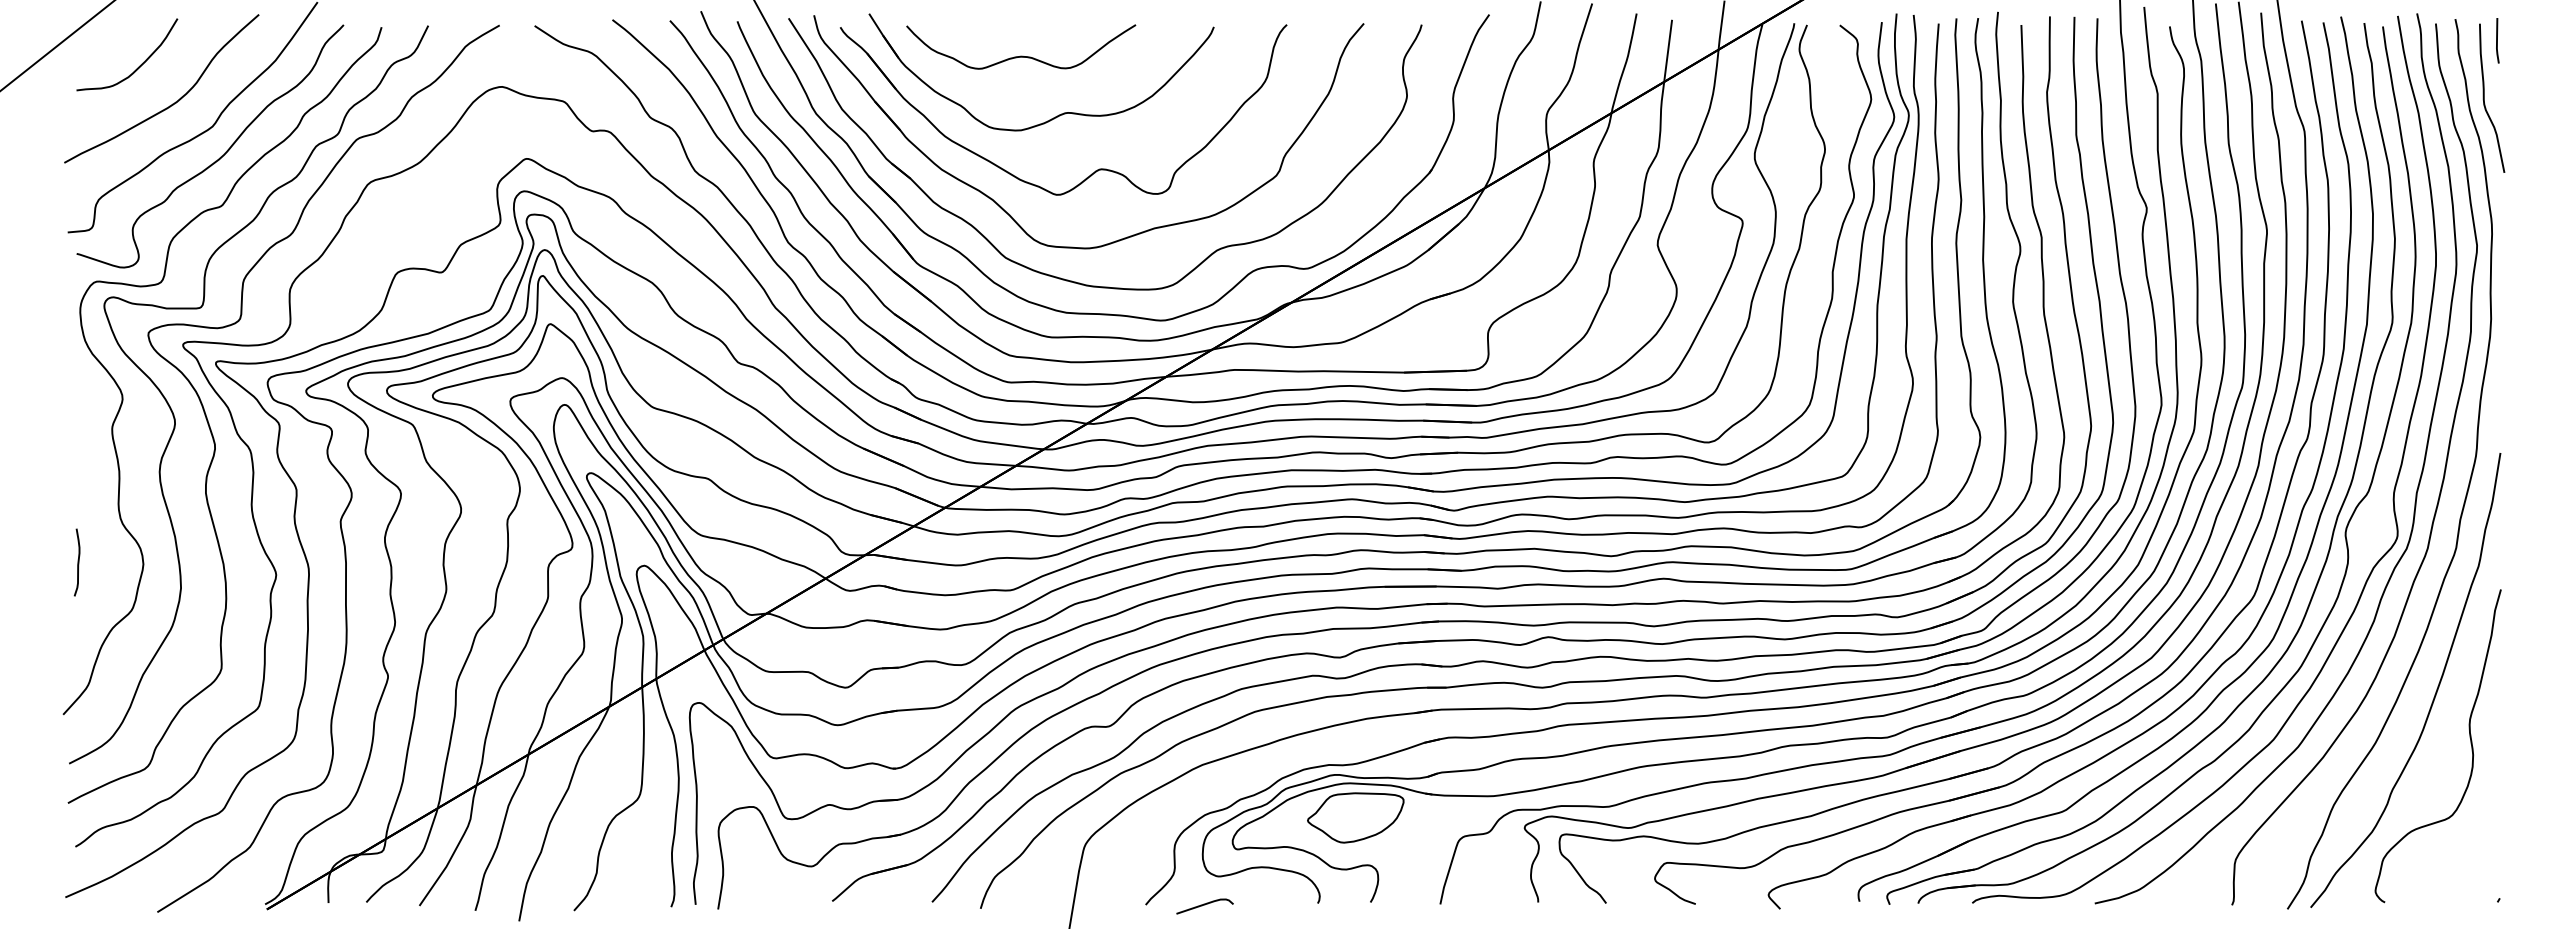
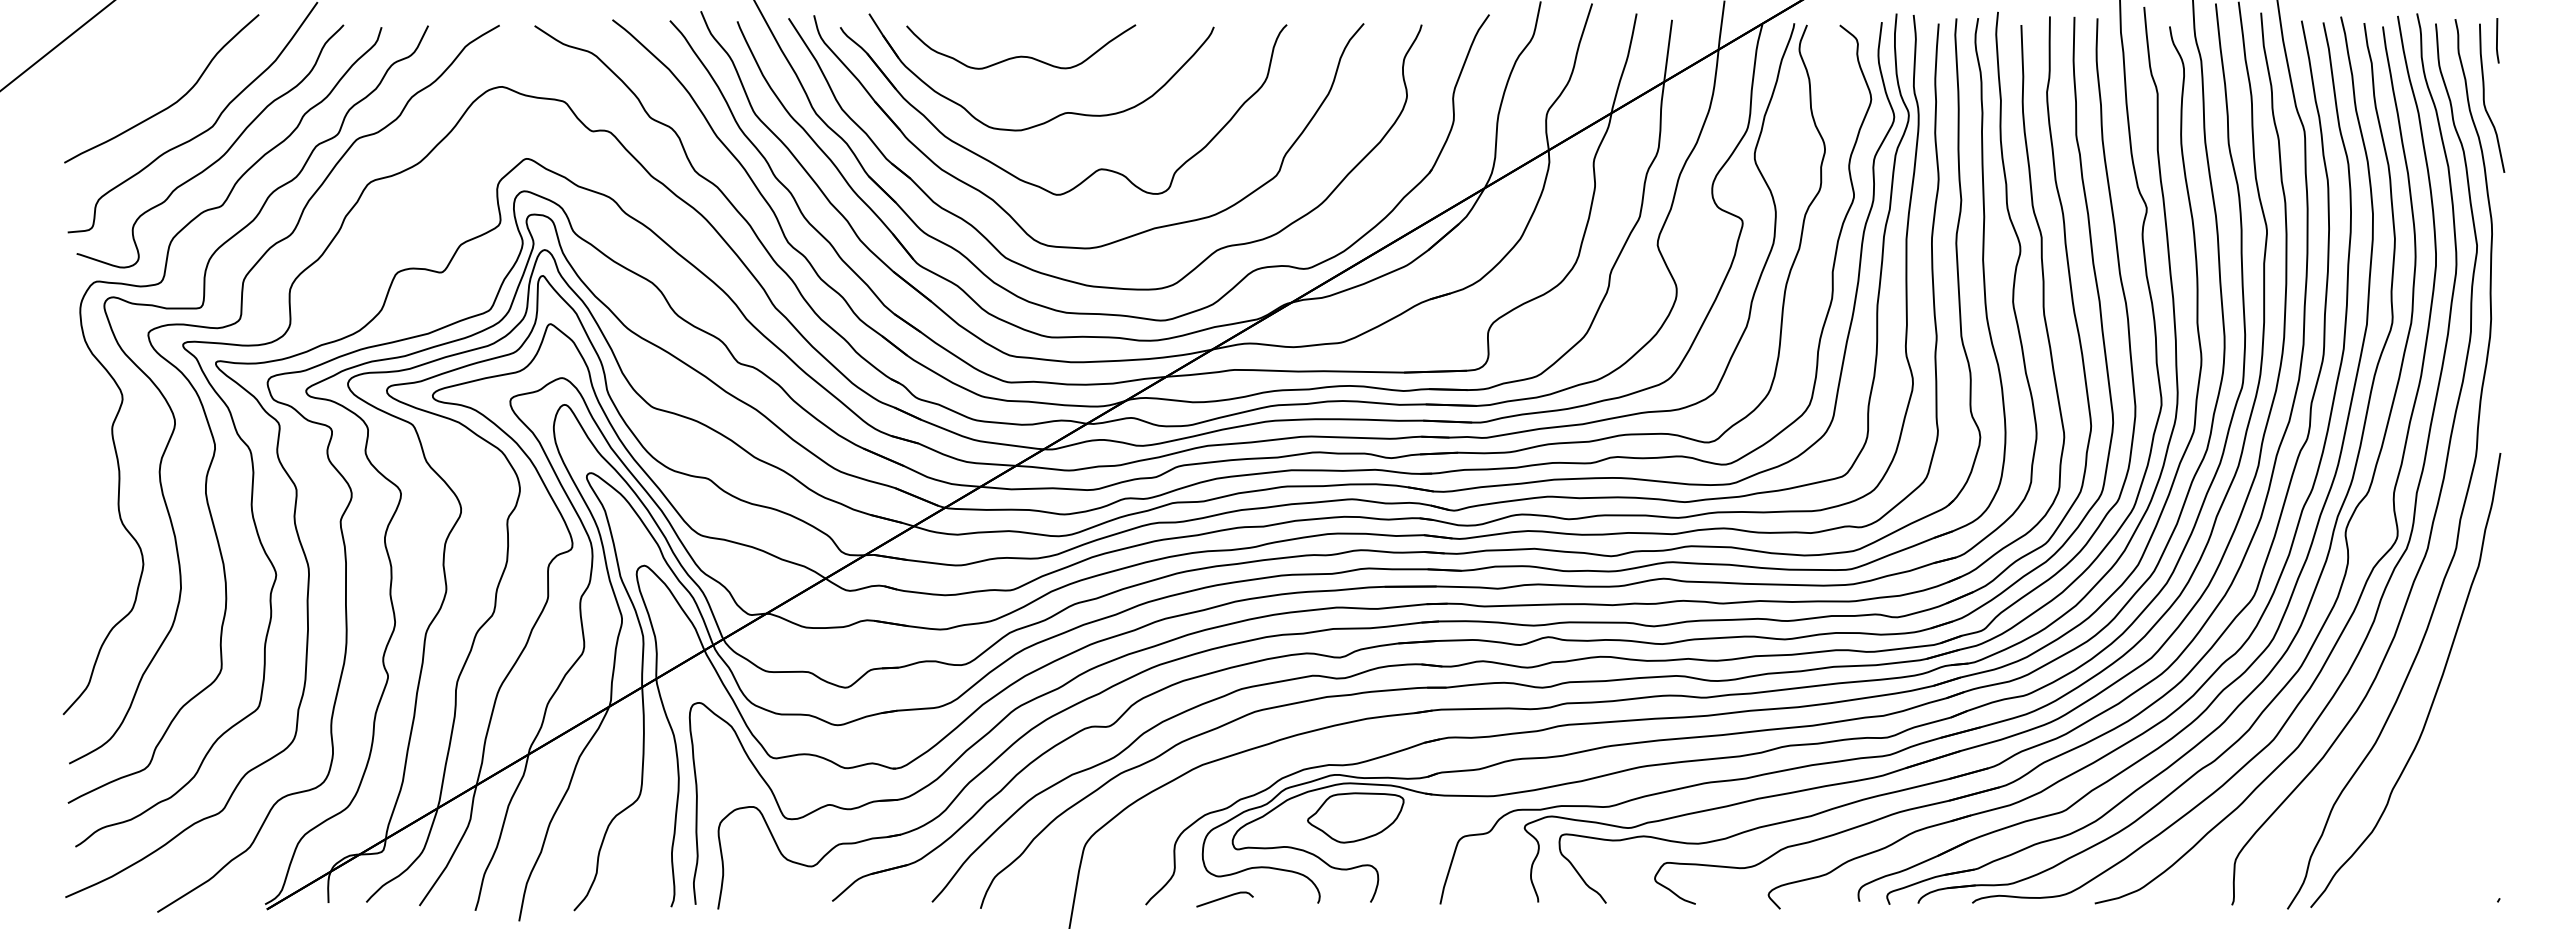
curve at (139, 65): present -> none
curve at (77, 562): present -> none
curve at (2470, 743): present -> none
curve at (1204, 905) position: (1204, 905) -> (1224, 898)
